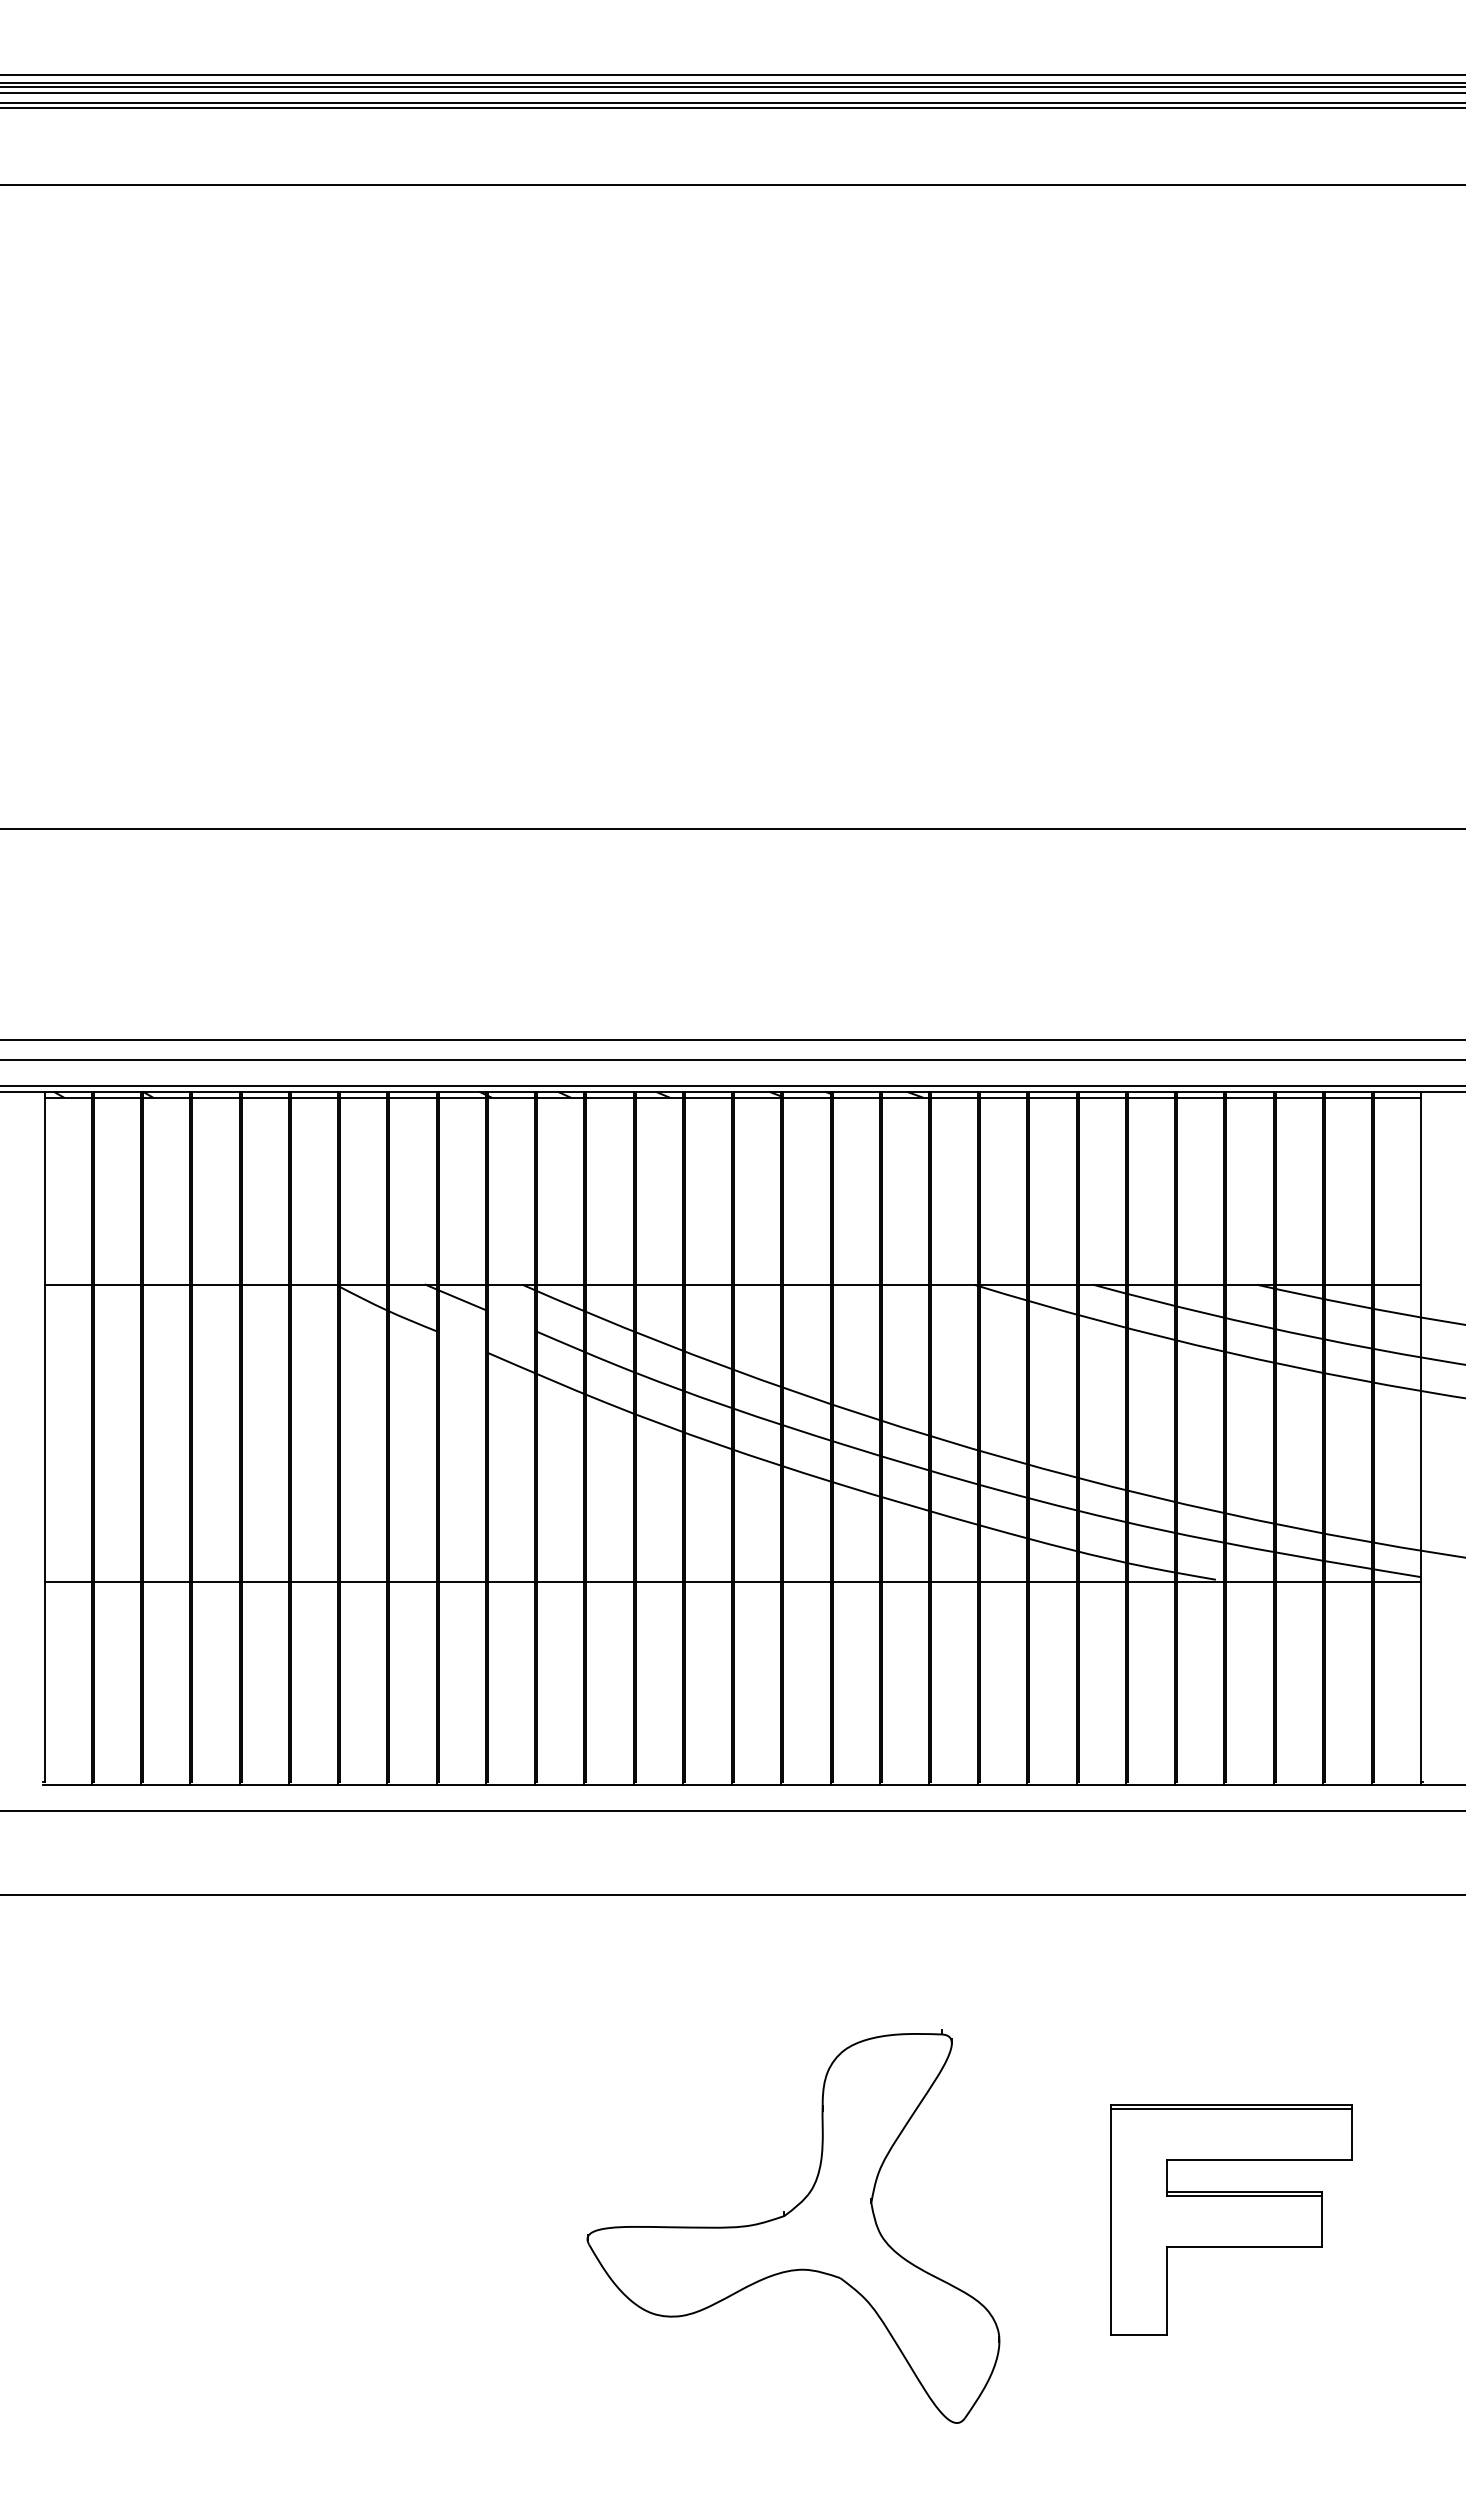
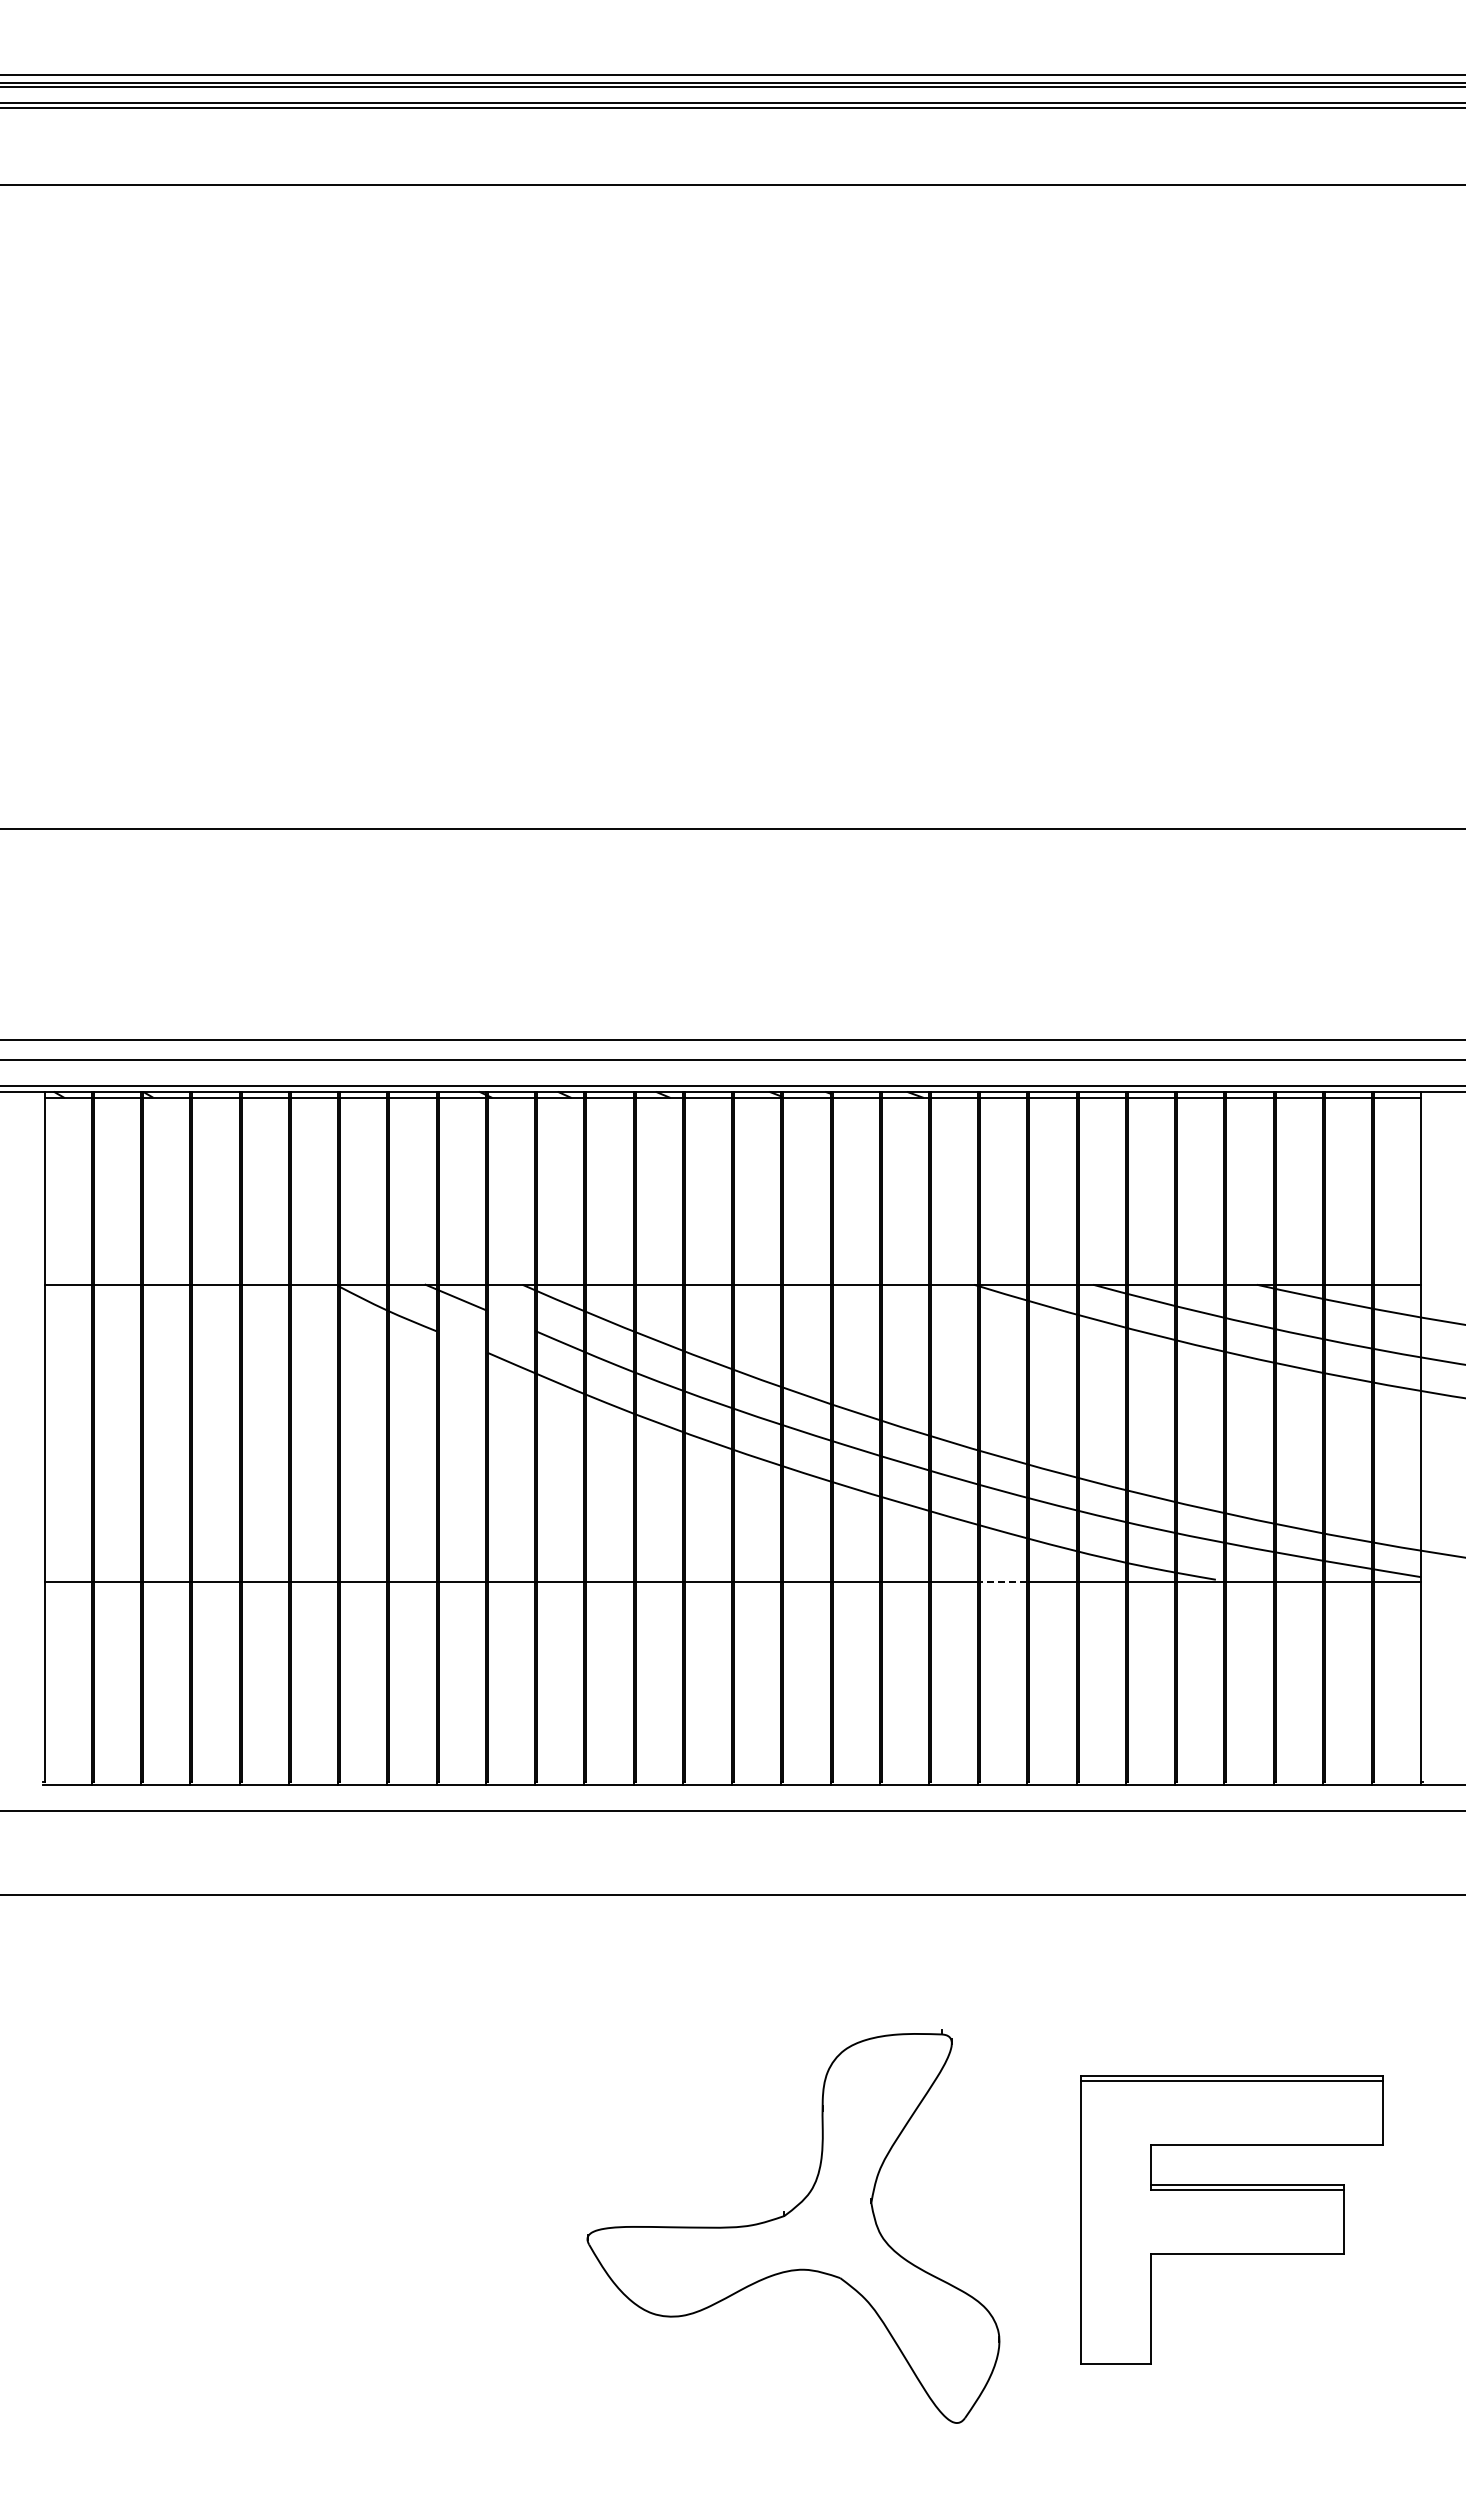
line at (732, 92): present -> none
line at (1003, 1581): solid -> dashed
part at (1231, 2219) size: 243x232 px -> 304x290 px
